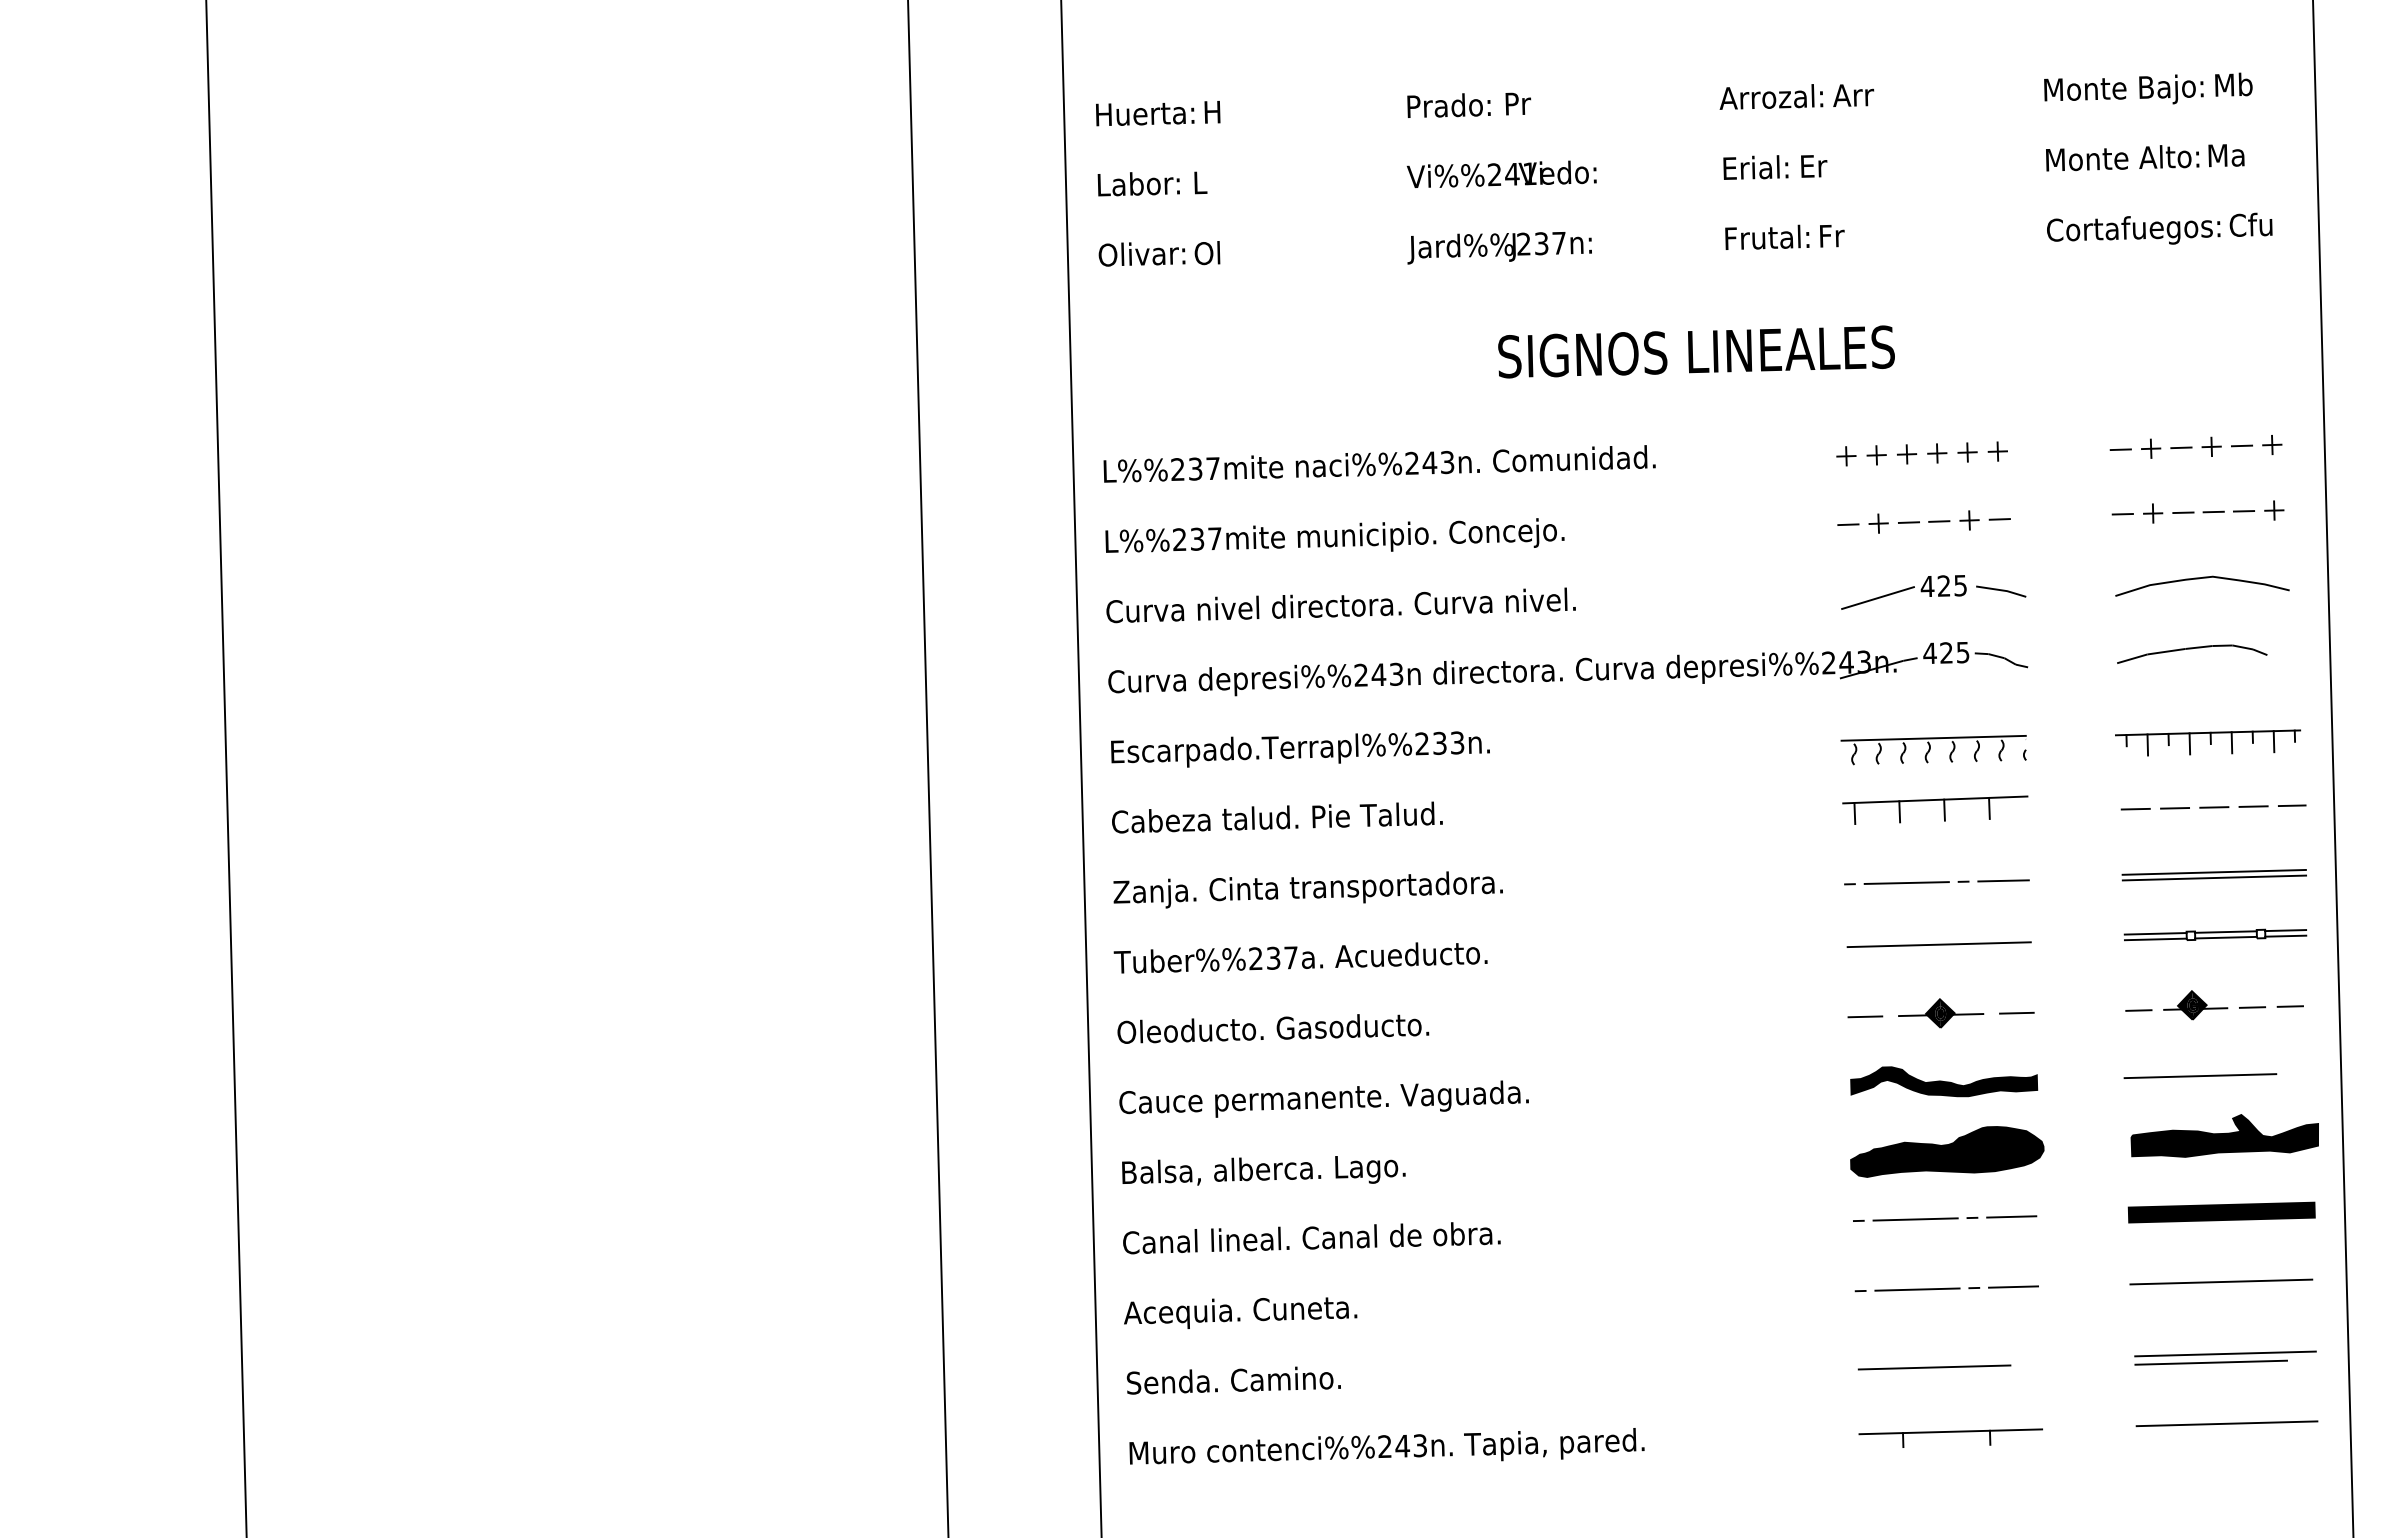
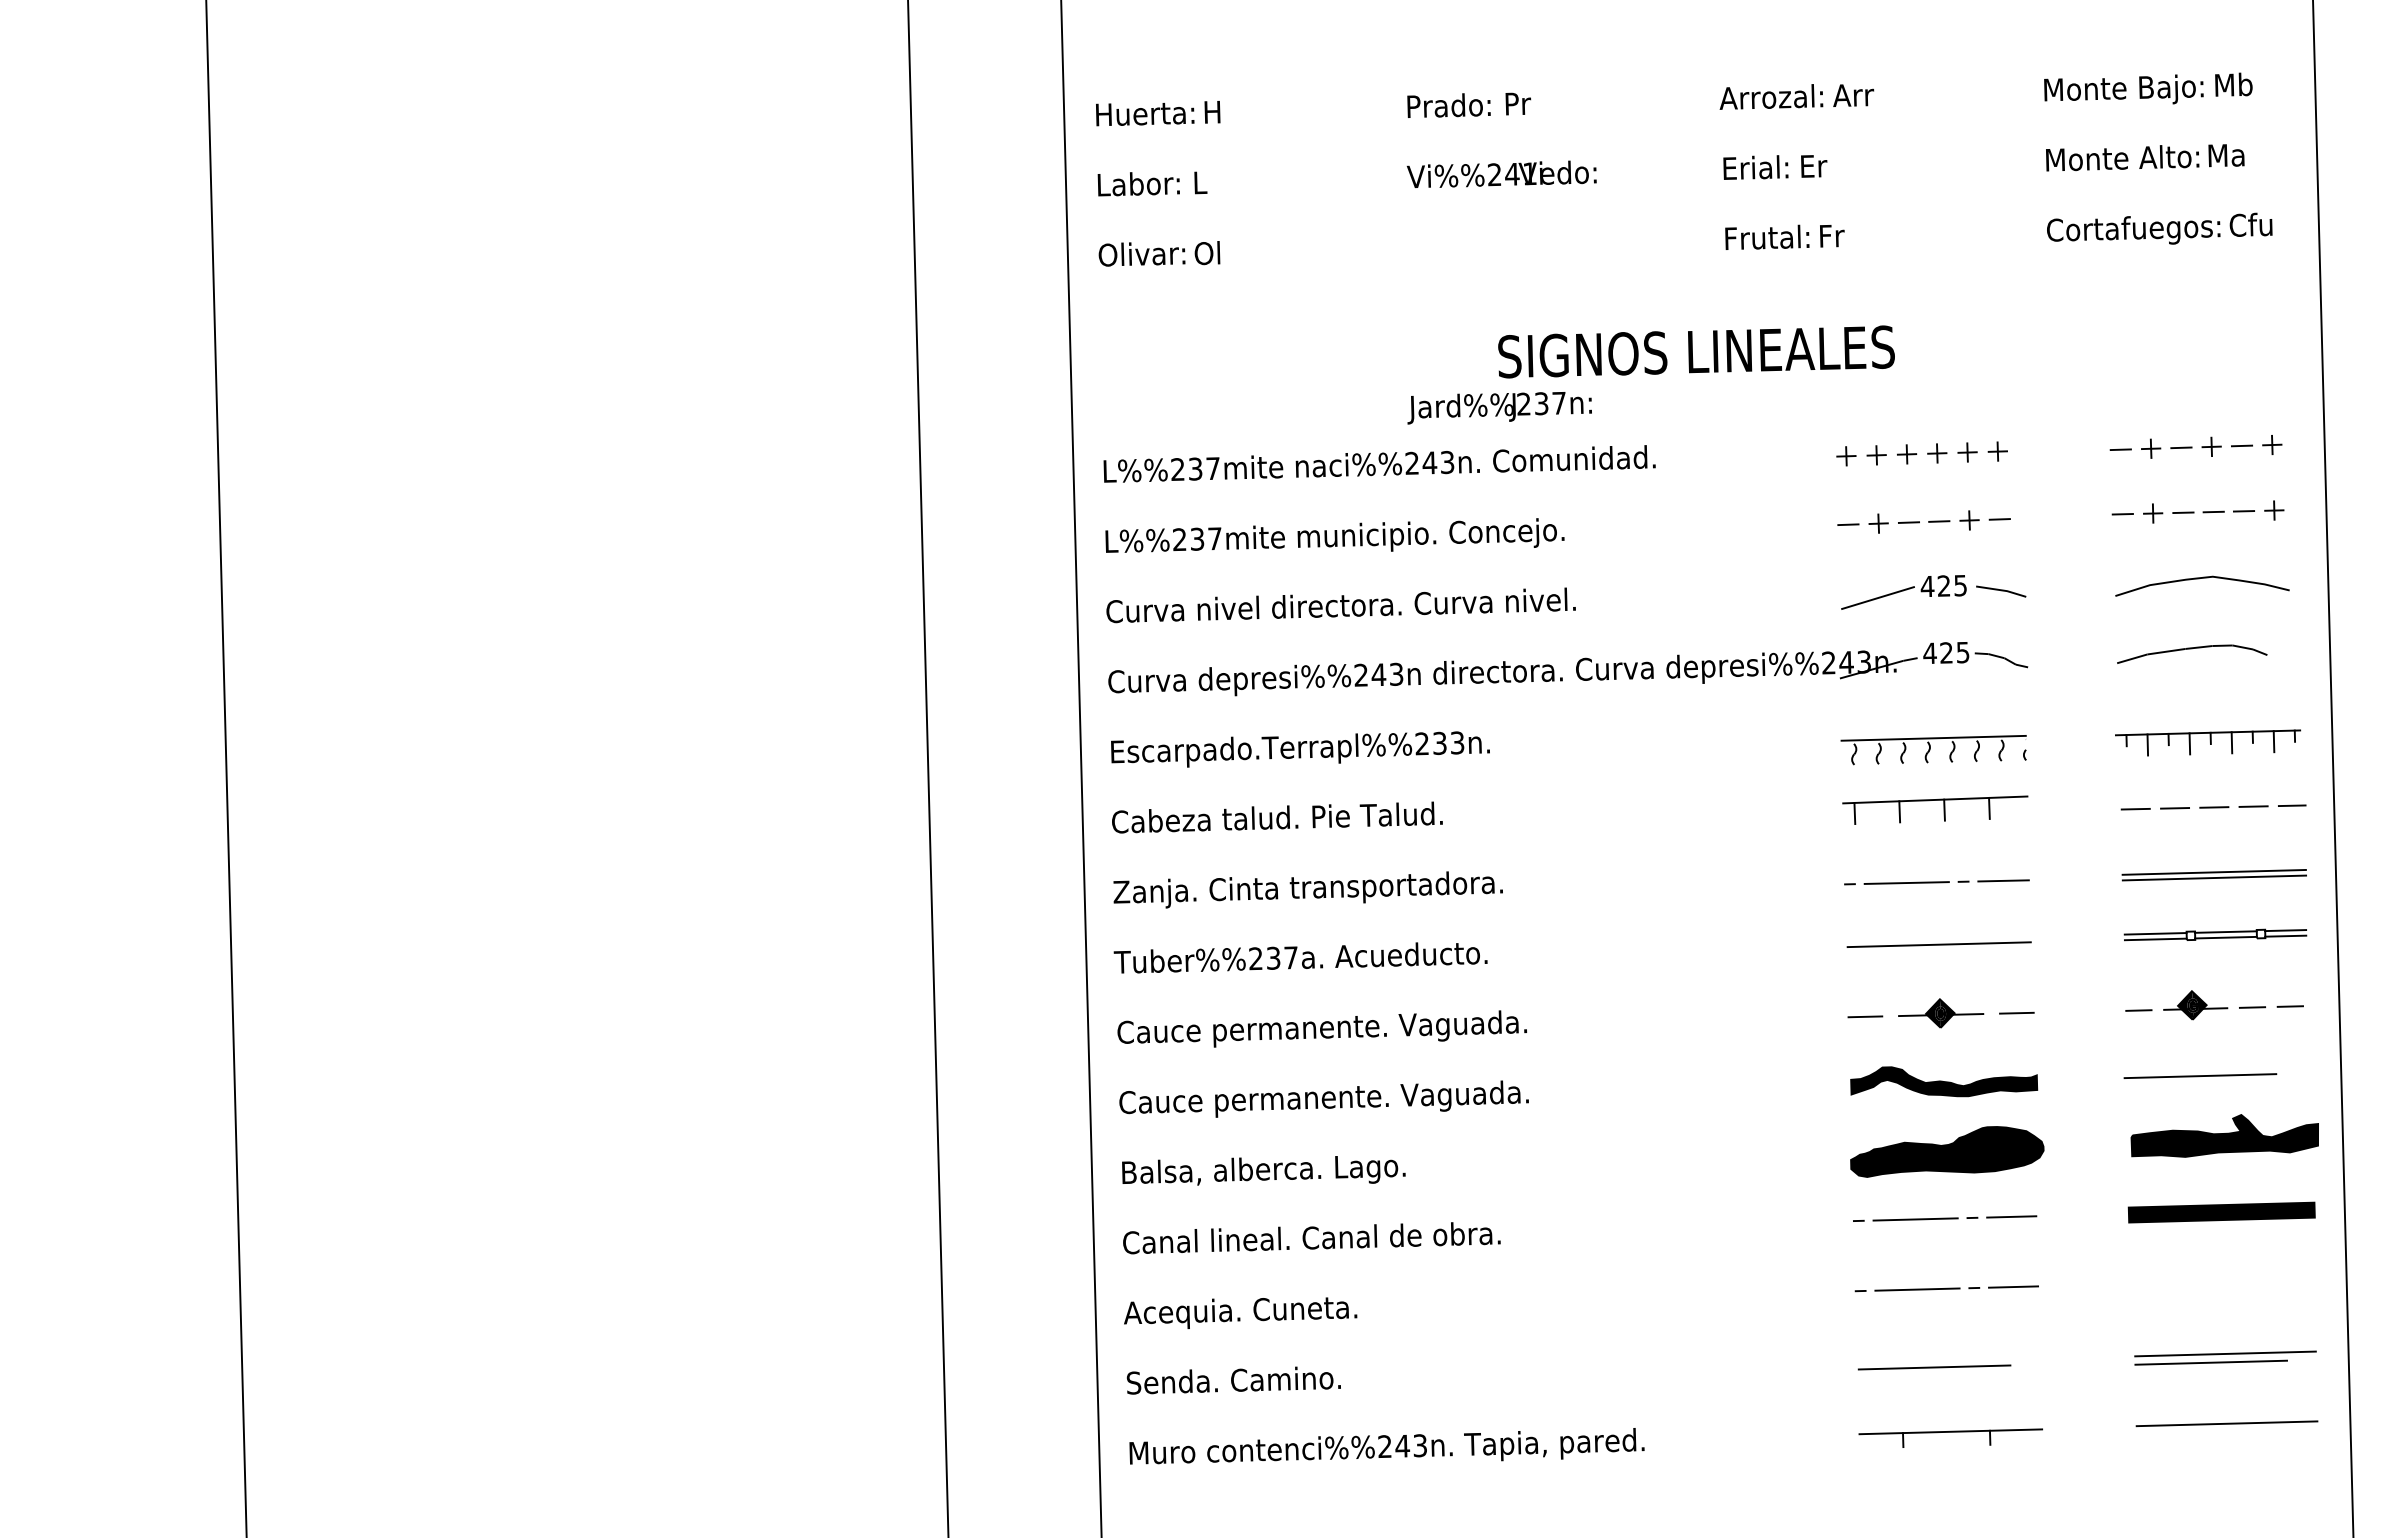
text at (1499, 248) position: (1499, 248) -> (1499, 408)
text at (1325, 1028): Oleoducto. Gasoducto. -> Cauce permanente. Vaguada.
line at (2221, 1281): present -> none
